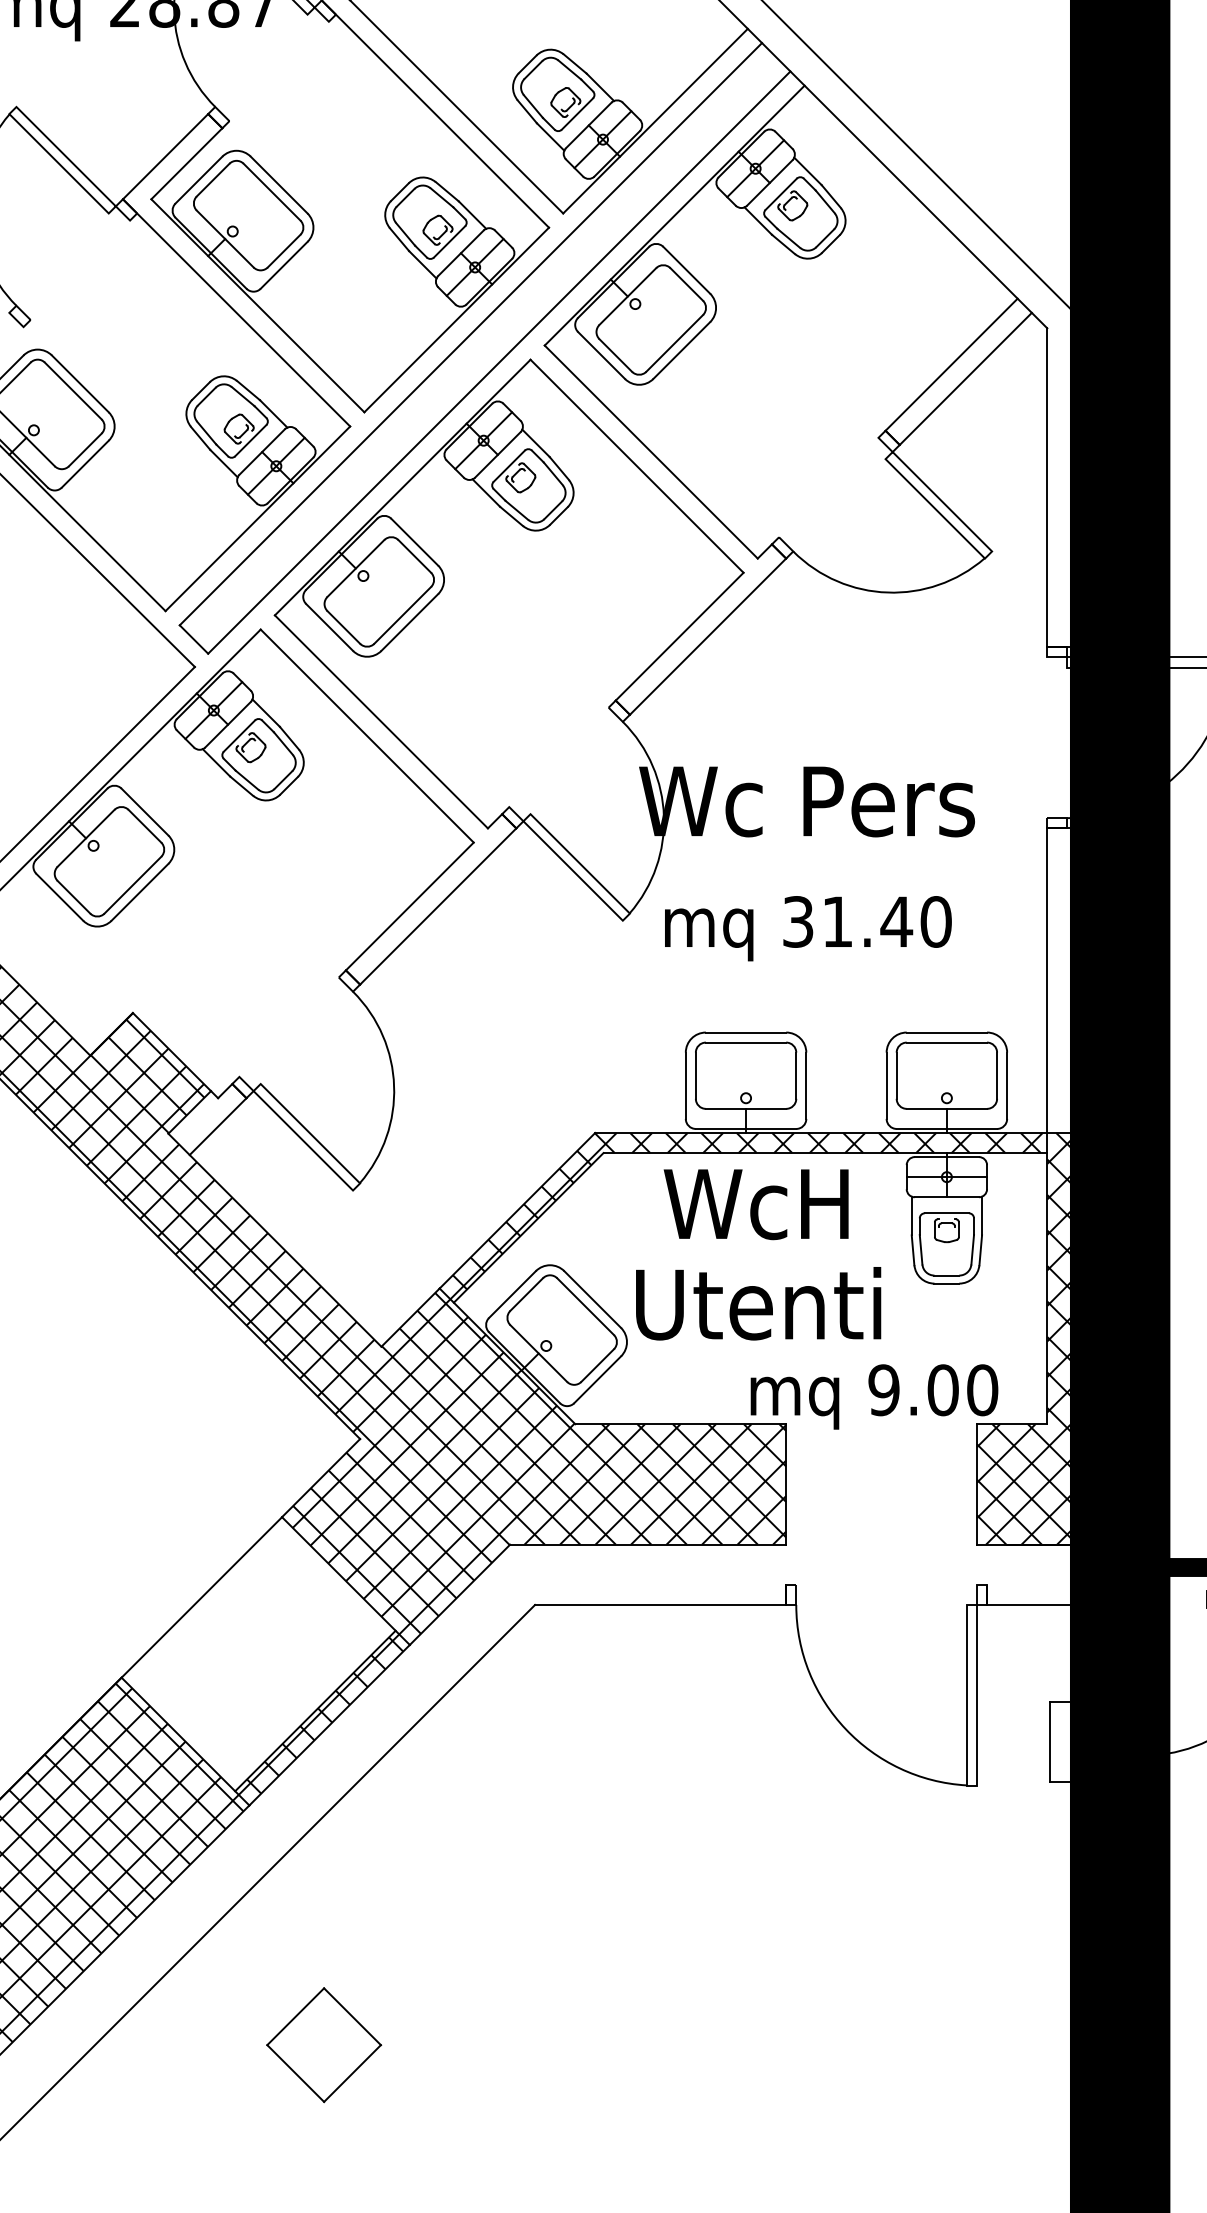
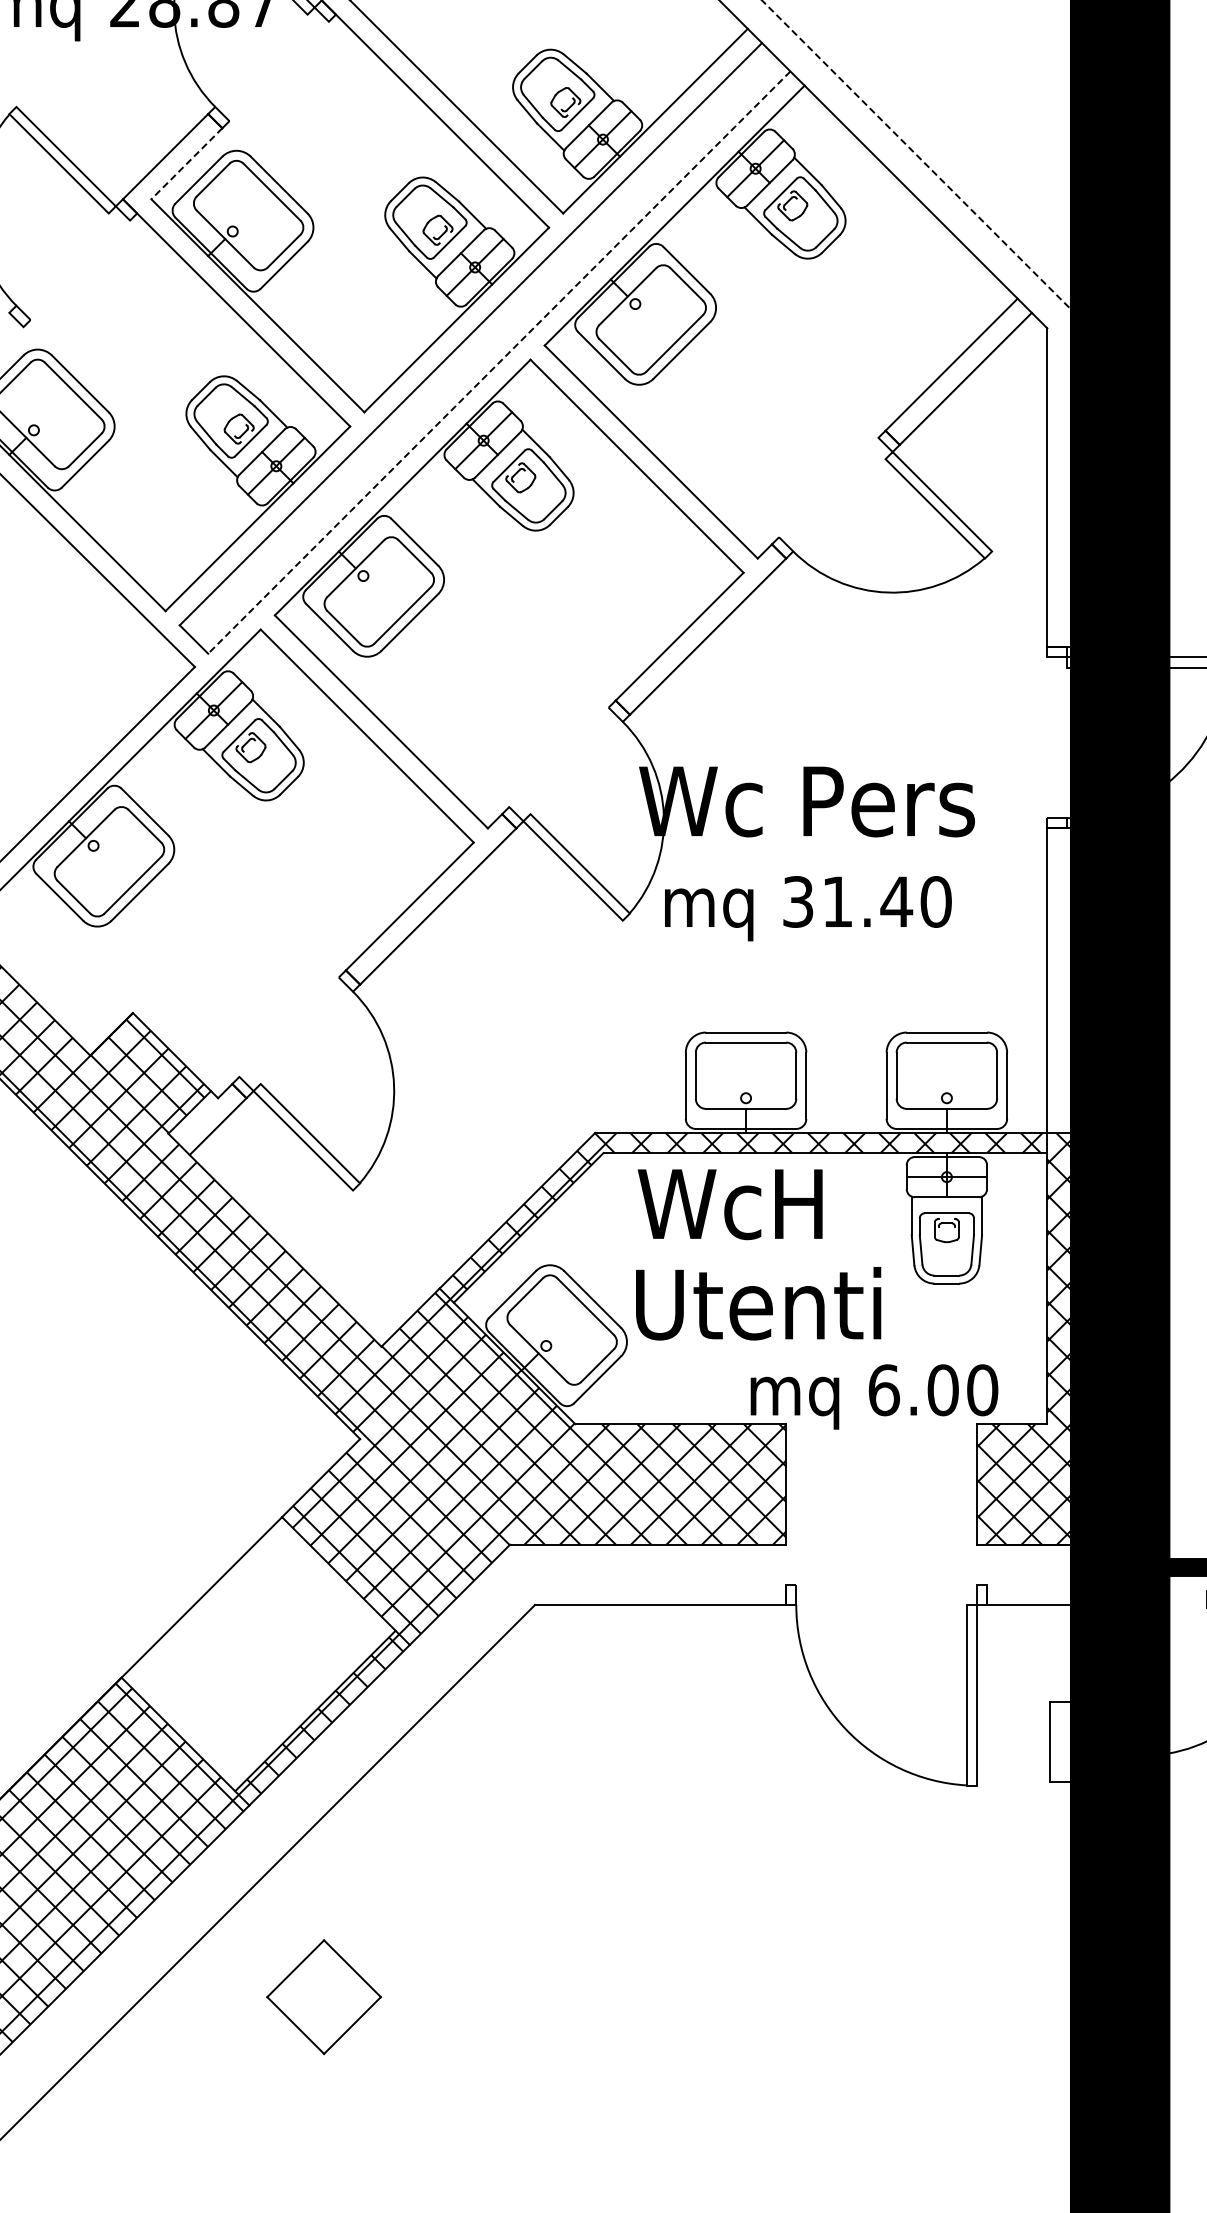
line at (919, 158): solid -> dashed
line at (186, 164): solid -> dashed
line at (499, 362): solid -> dashed
text at (808, 928) position: (808, 928) -> (808, 908)
text at (755, 1204) position: (755, 1204) -> (729, 1204)
text at (883, 1390): 9.00 -> 6.00
part at (324, 2045) position: (324, 2045) -> (324, 1997)
